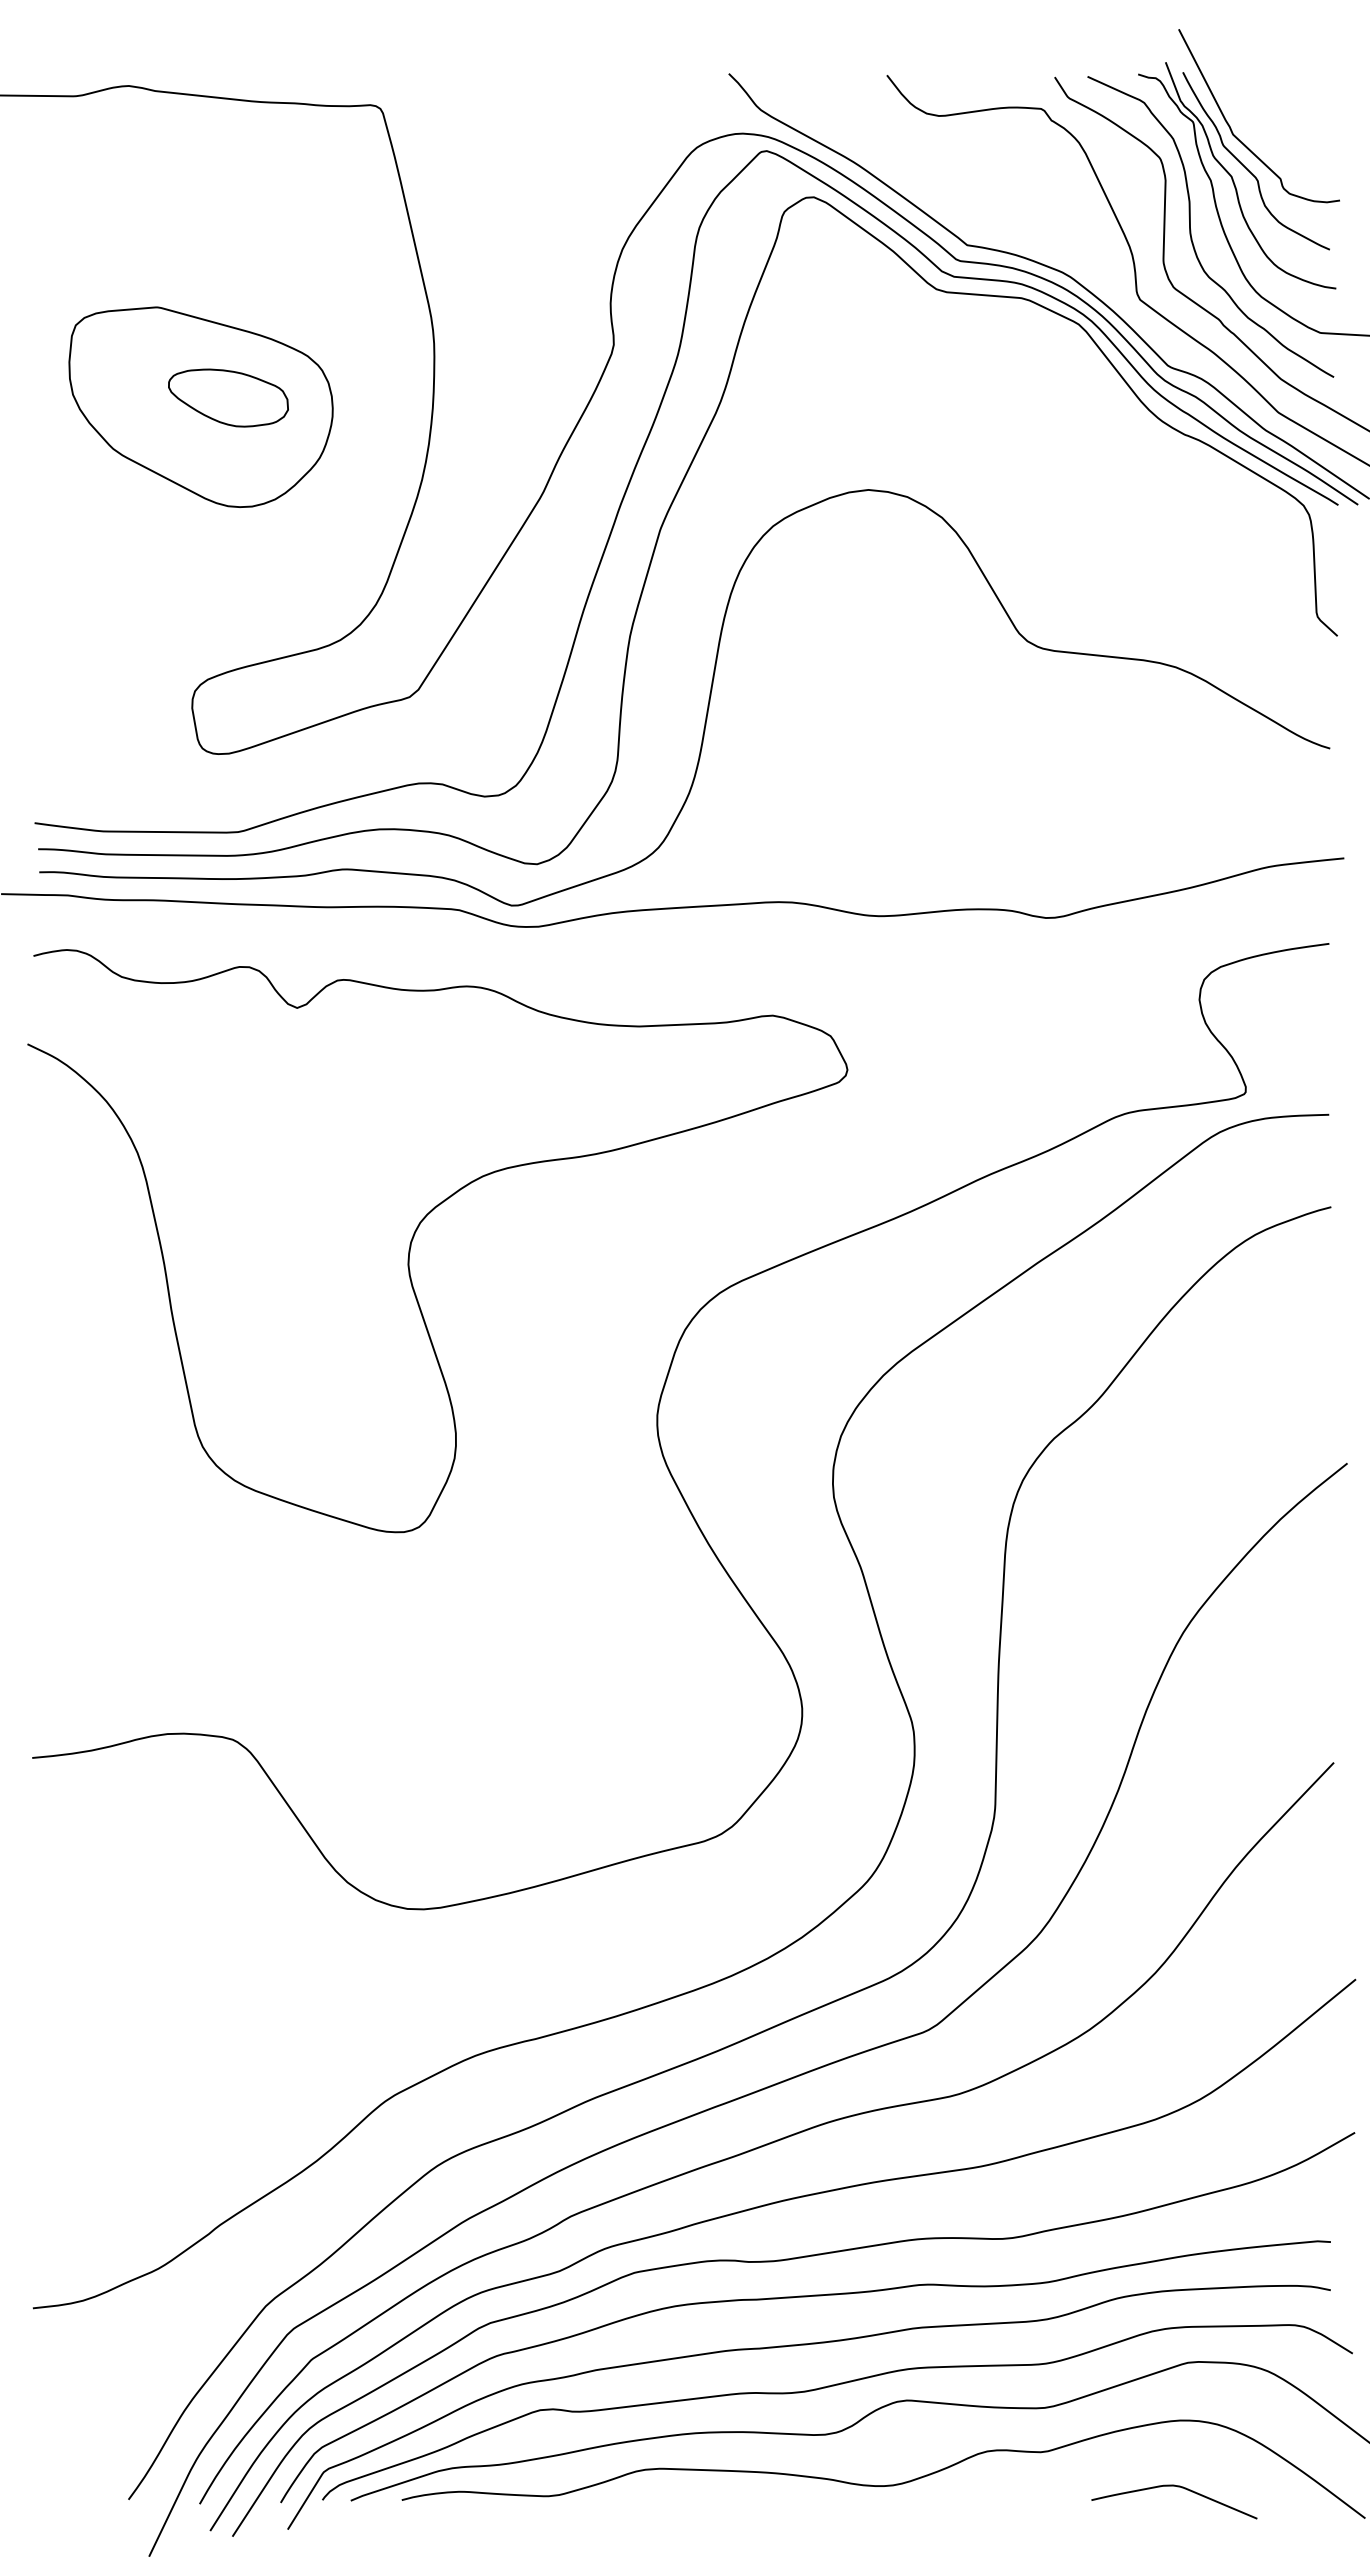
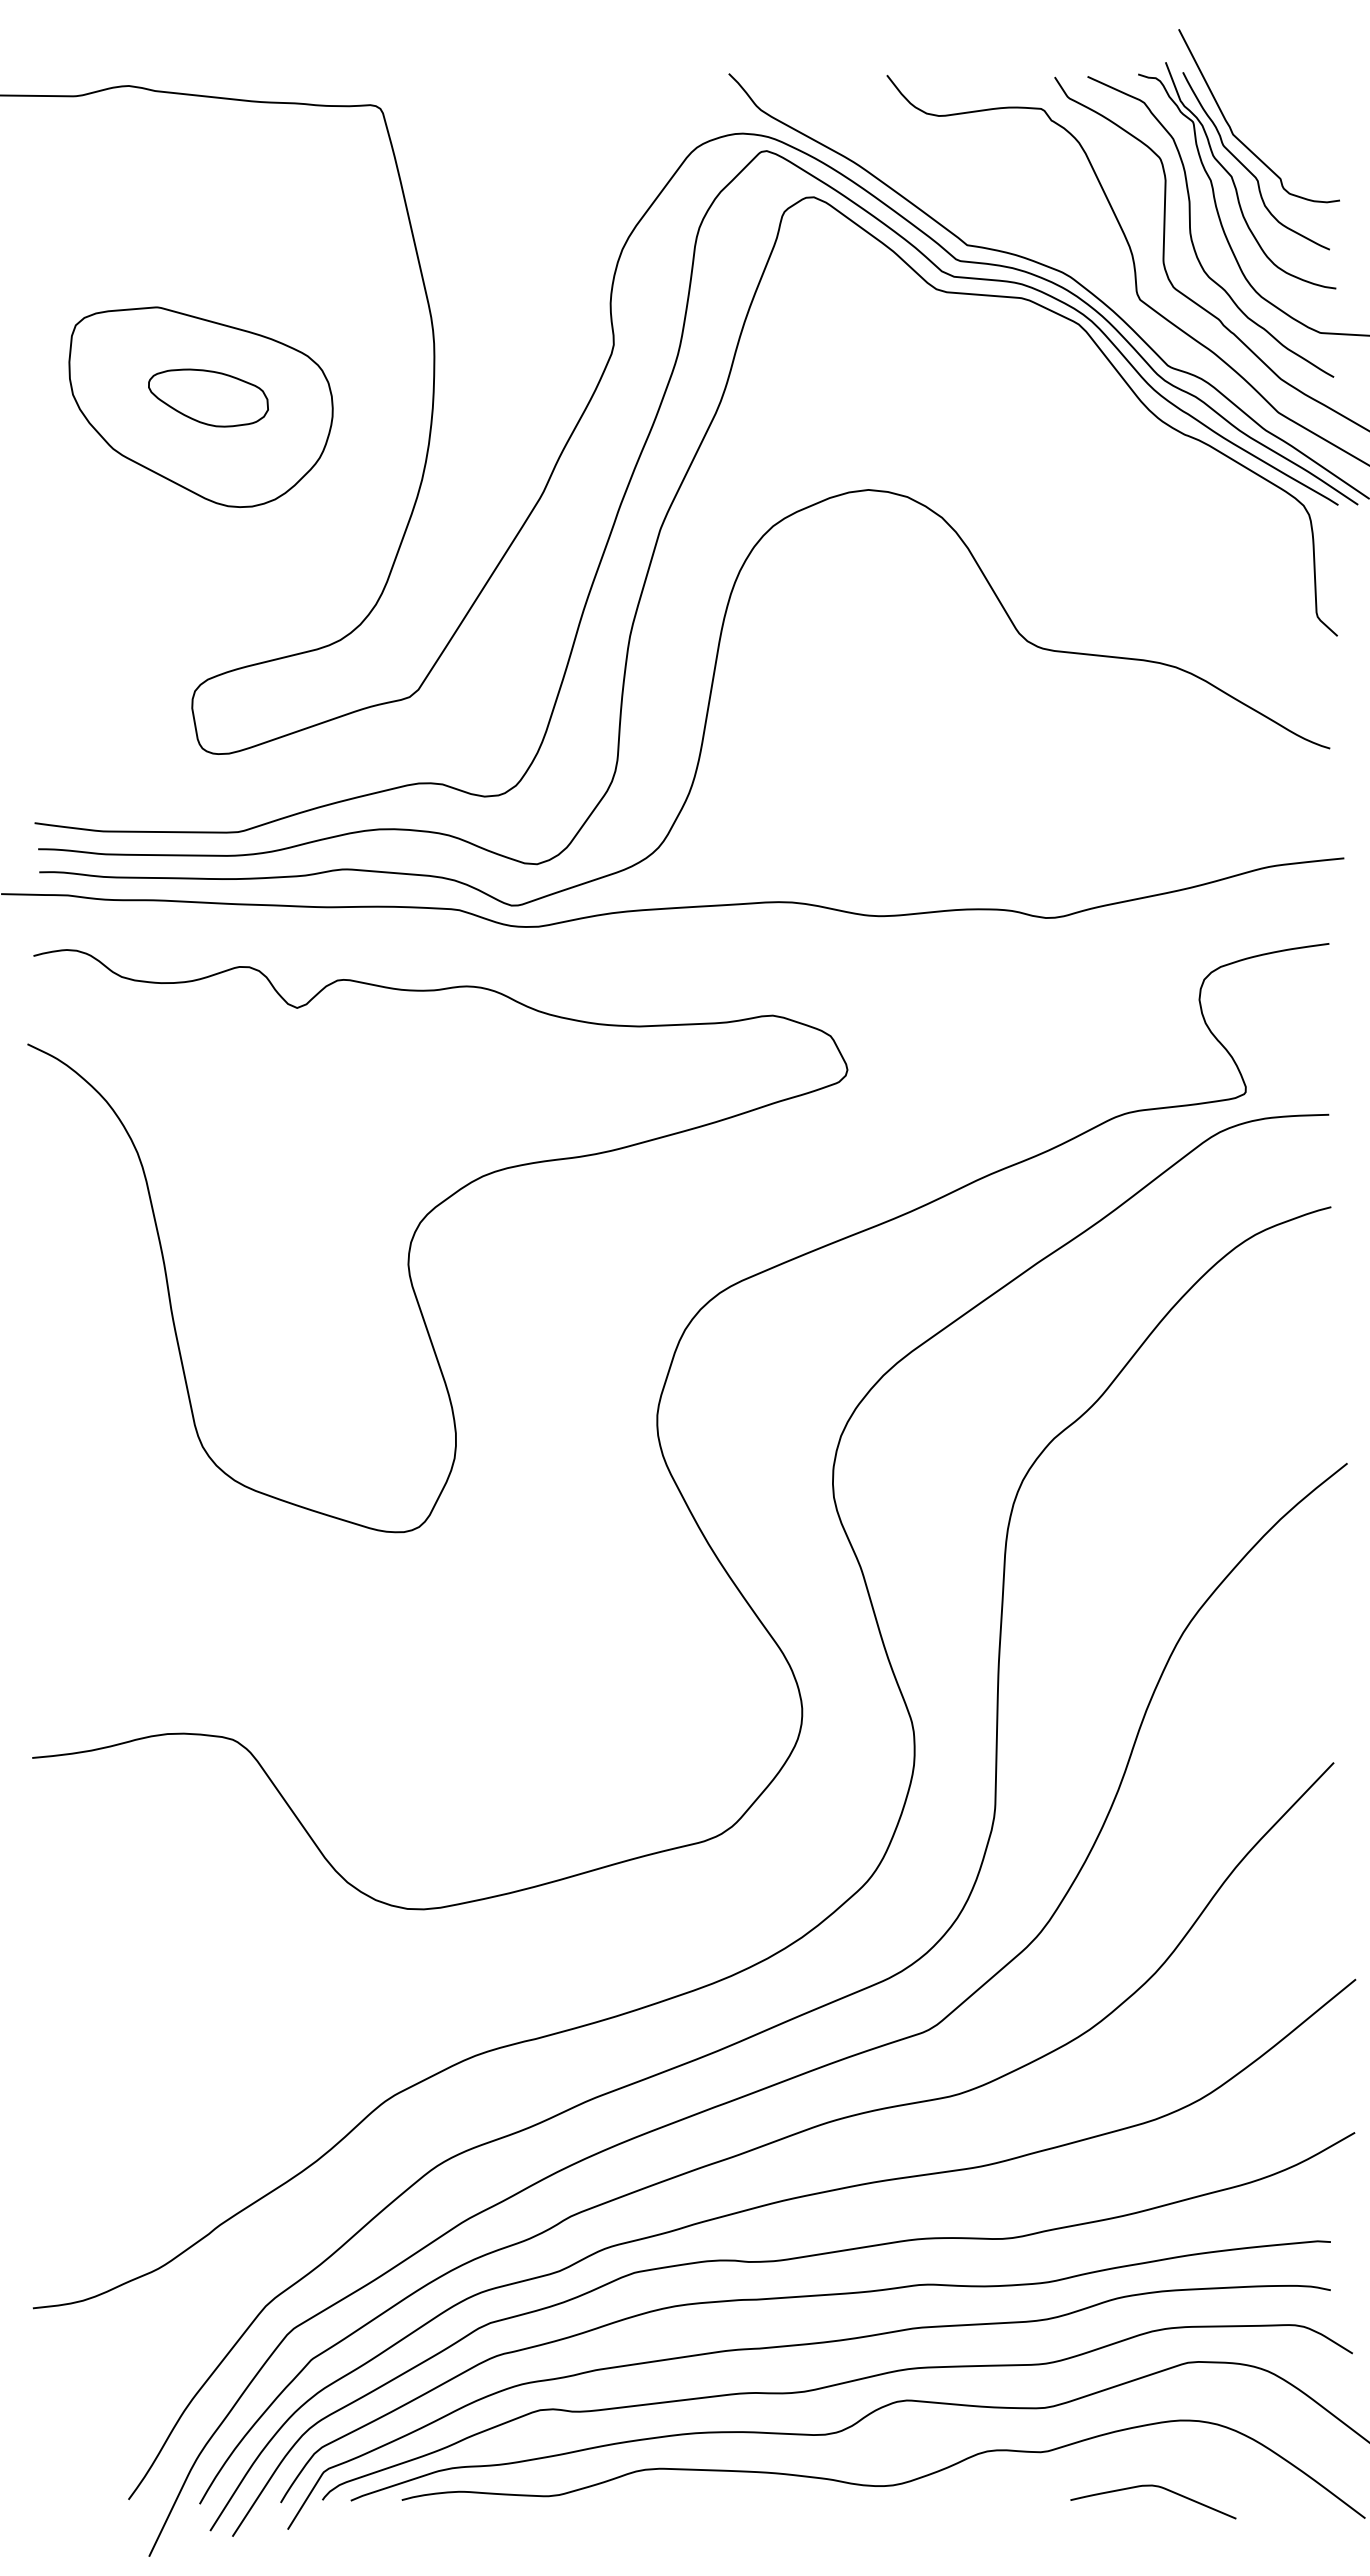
part at (228, 397) position: (228, 397) -> (208, 397)
curve at (1177, 2487) position: (1177, 2487) -> (1156, 2487)
